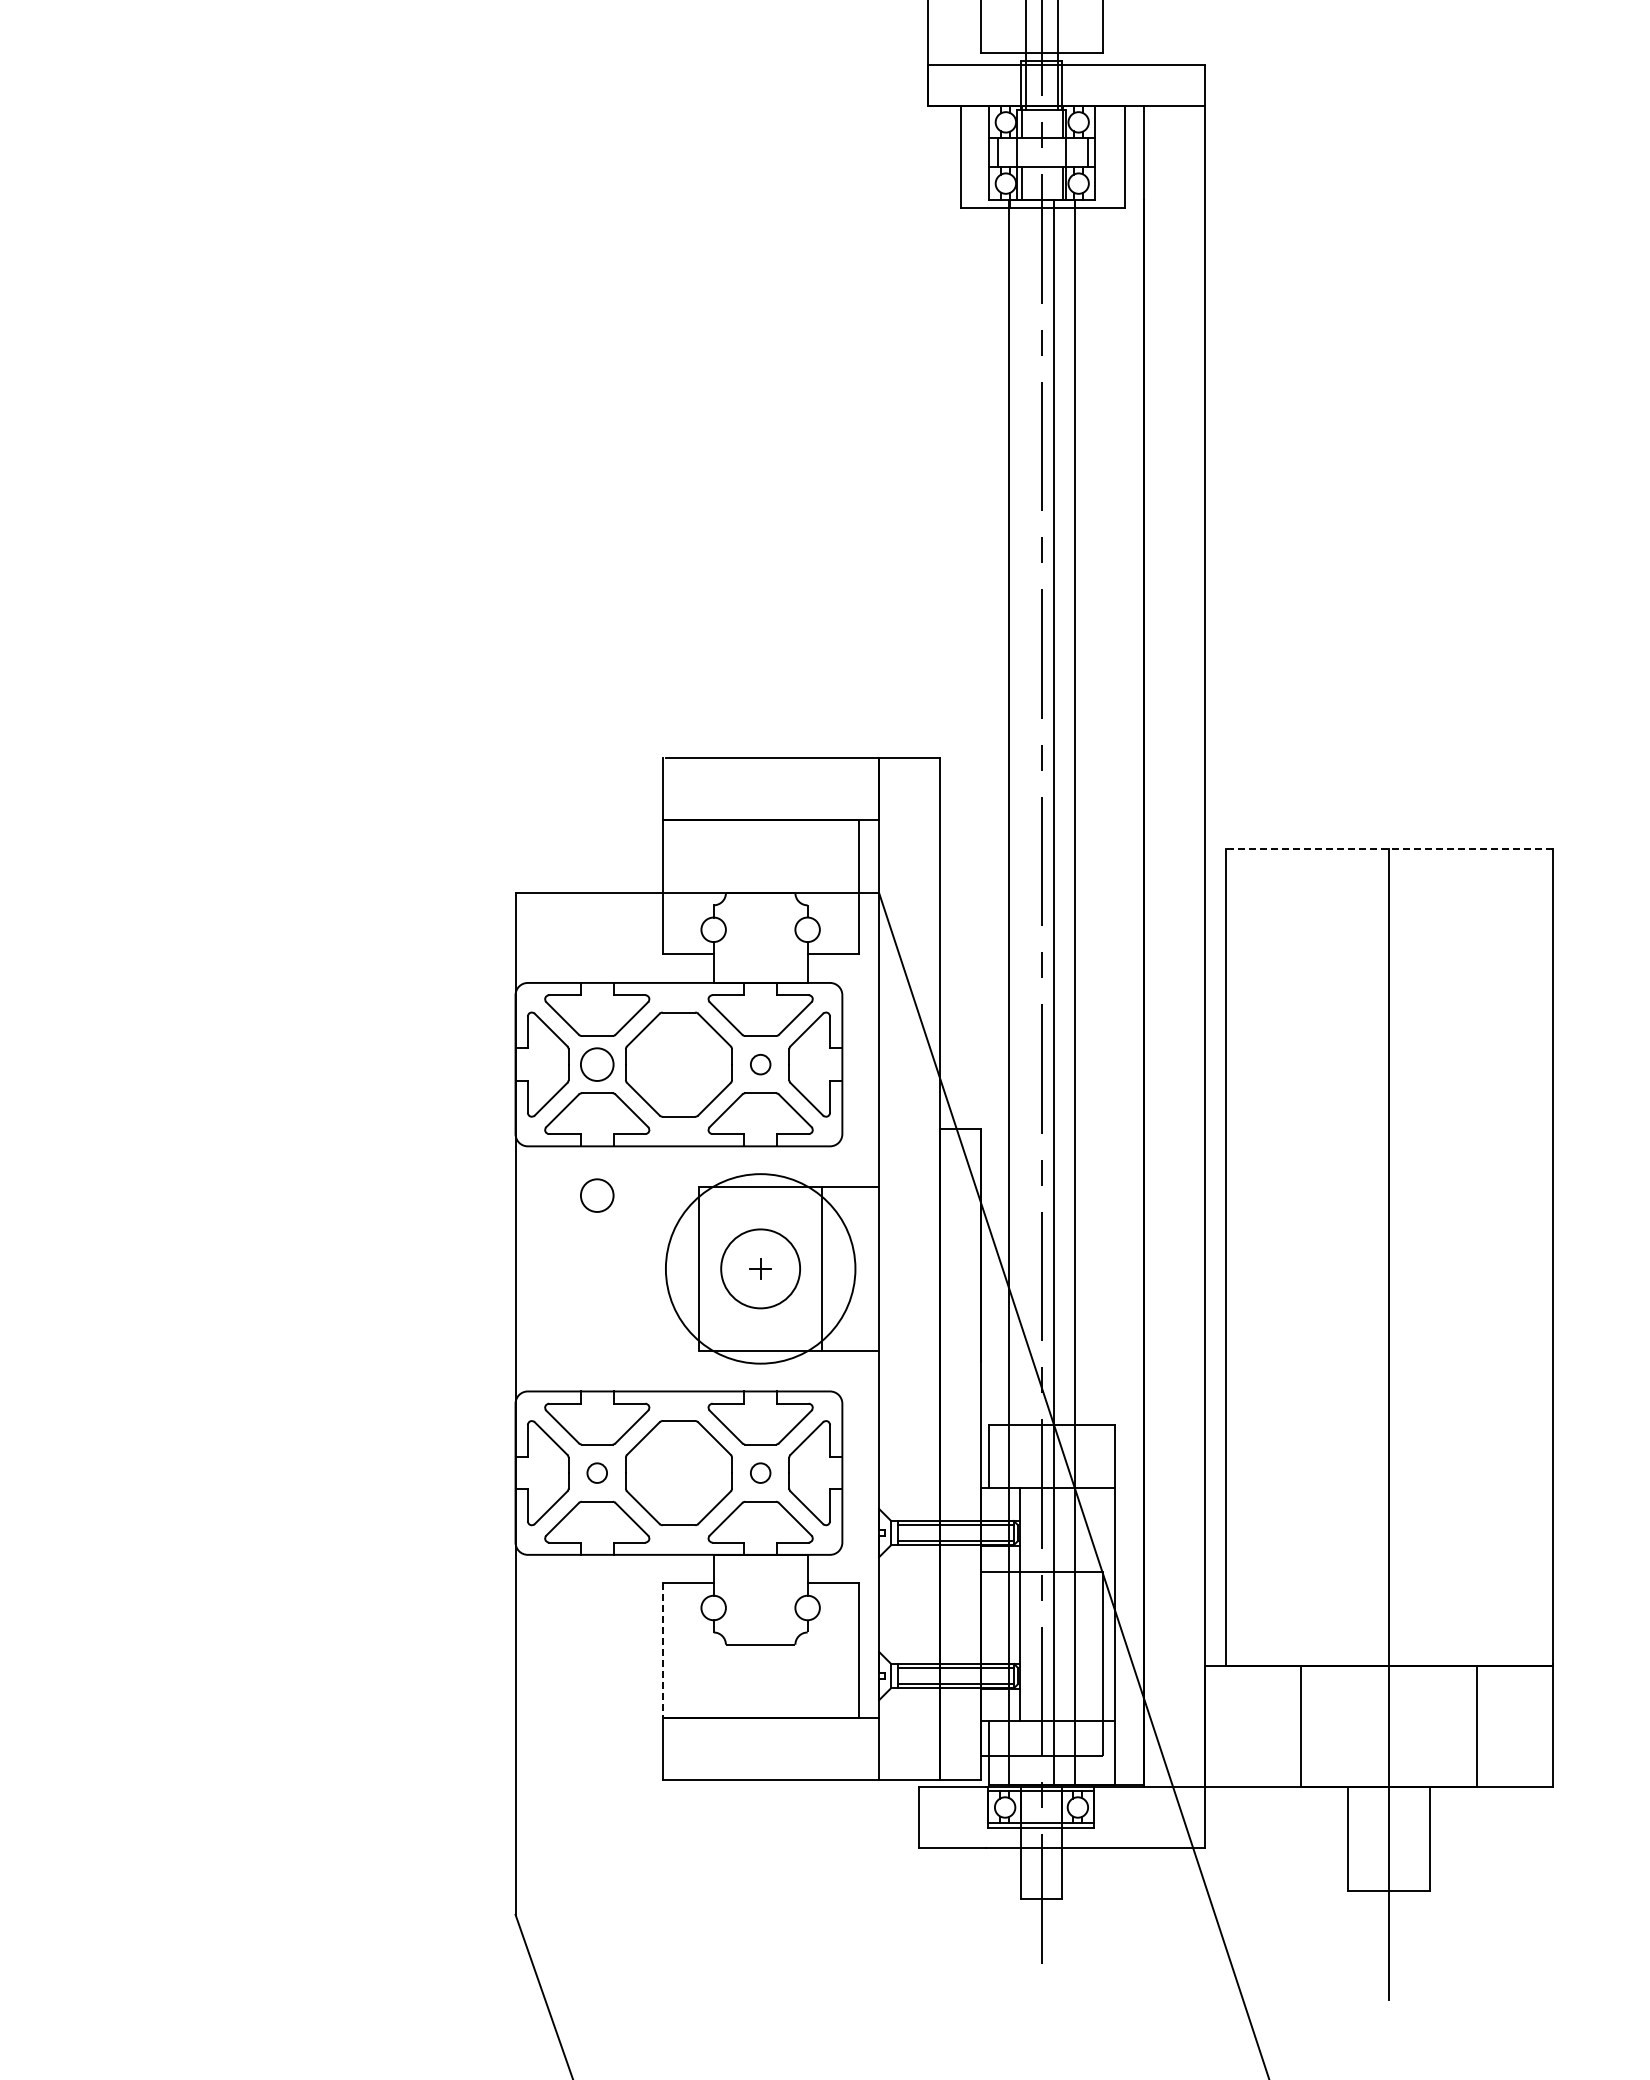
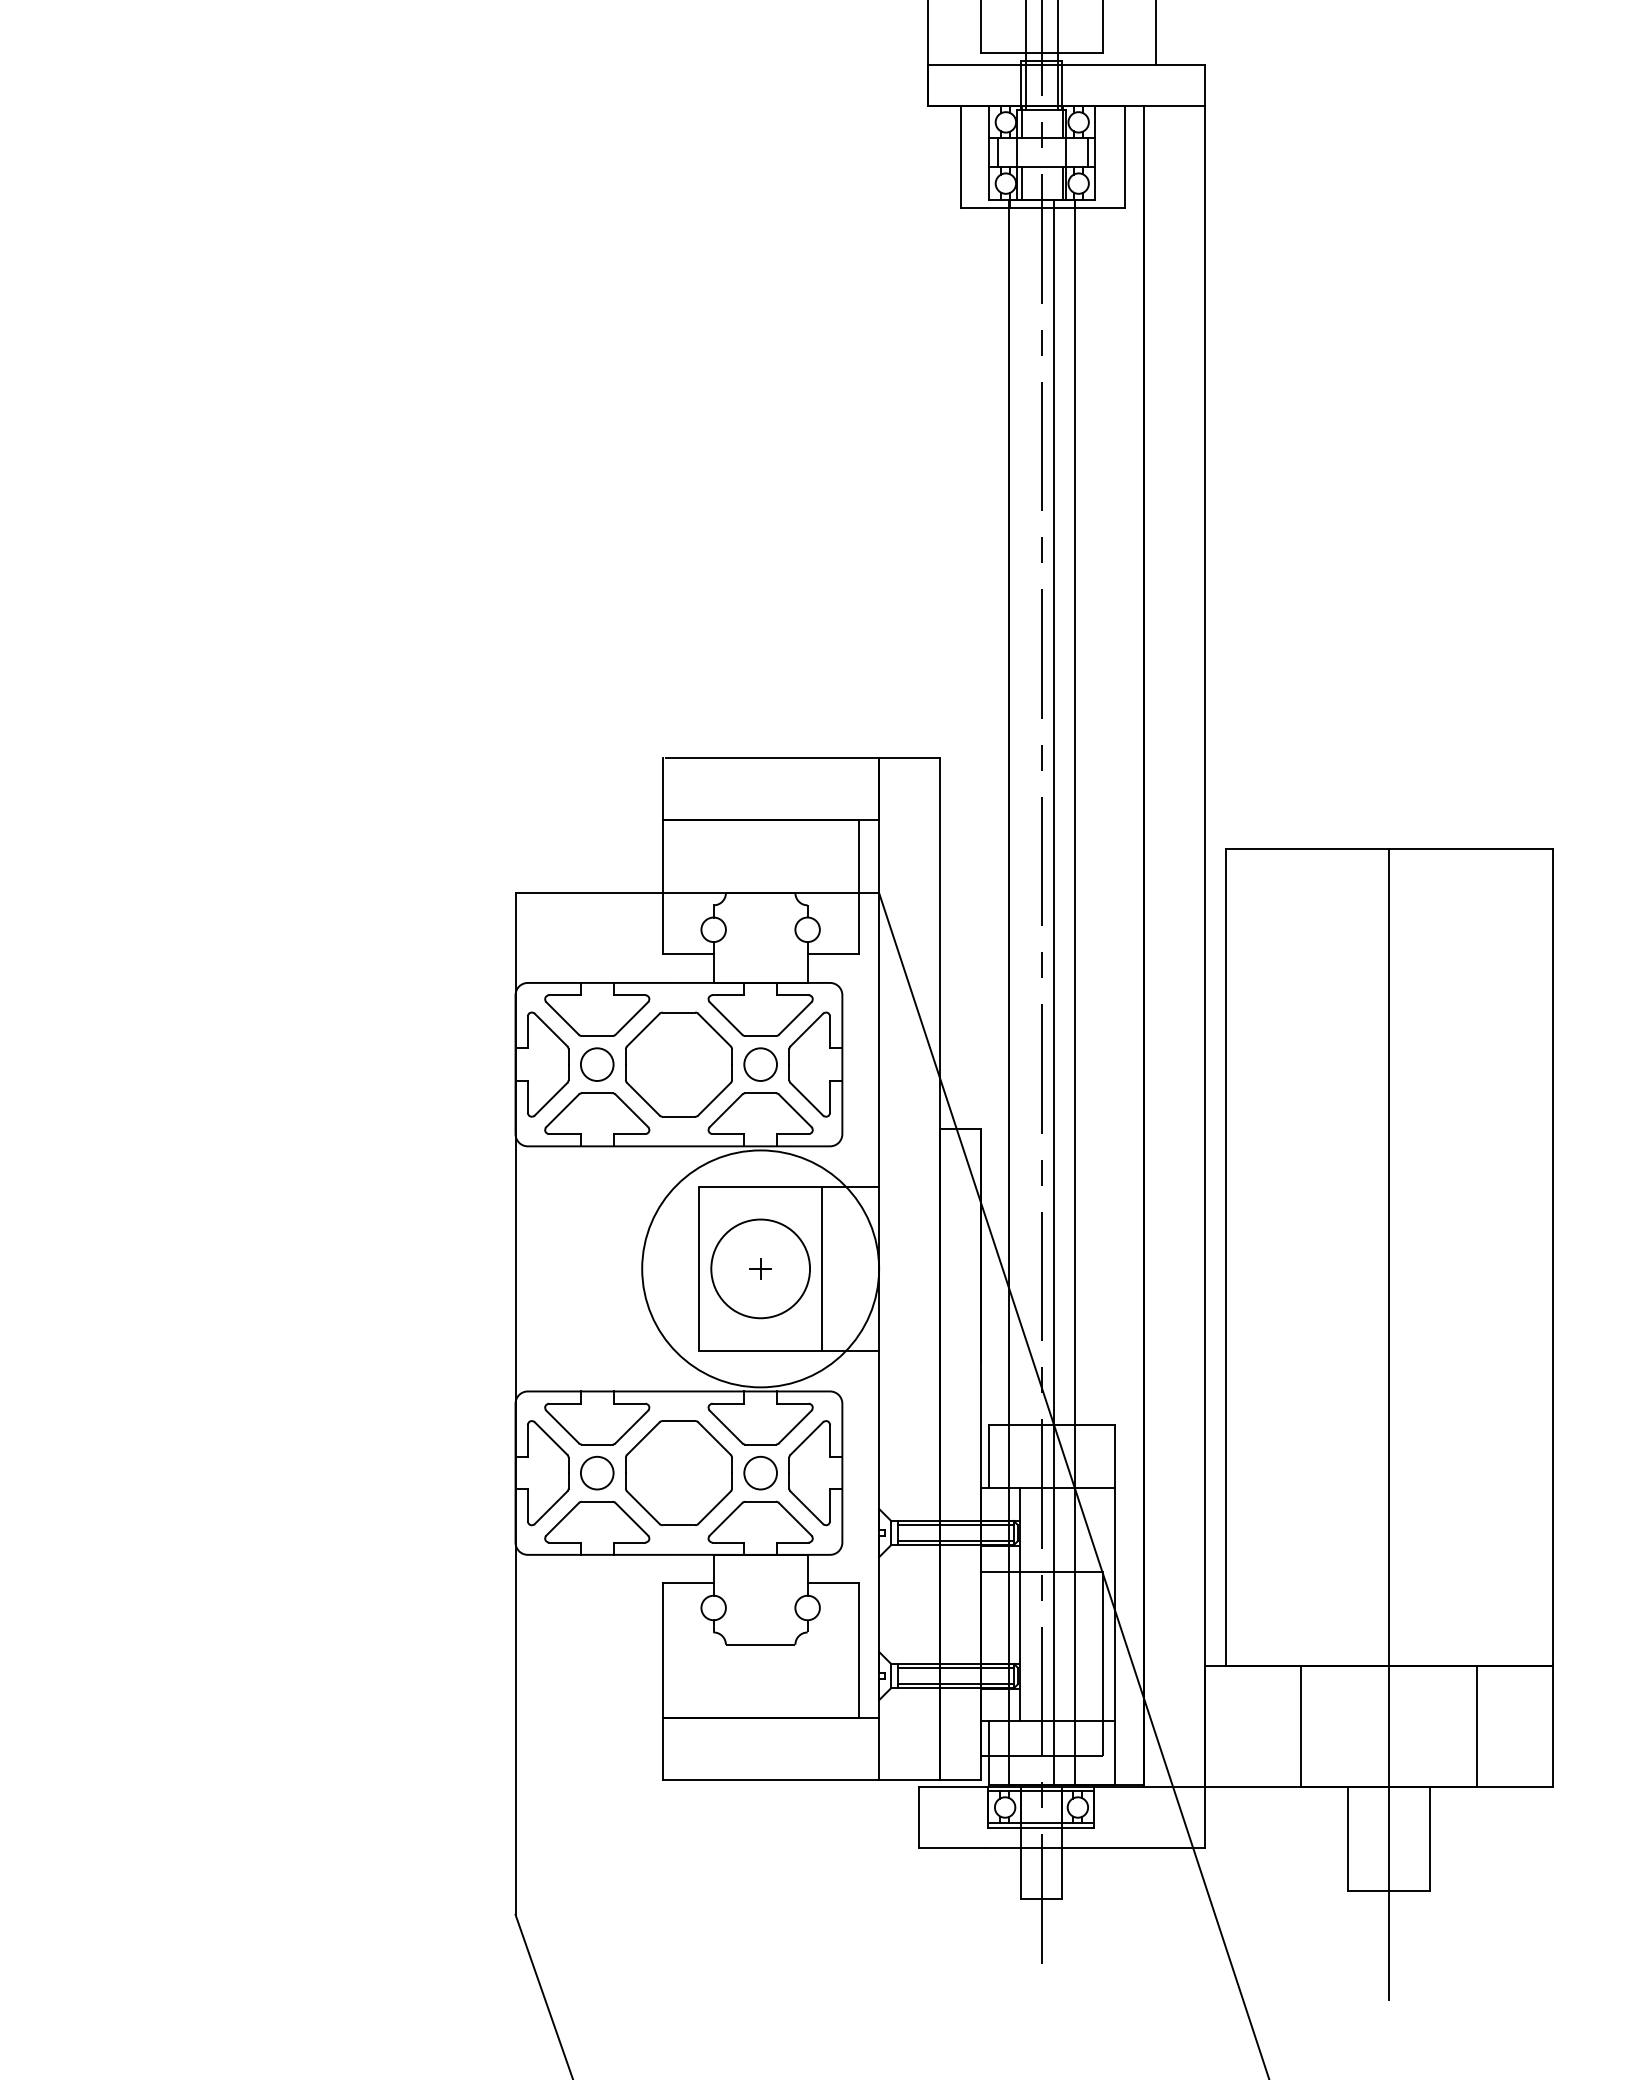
line at (1156, 33): none -> present
line at (1388, 849): dashed -> solid
circle at (760, 1064) diameter: 20 px -> 33 px
circle at (597, 1195): present -> none
circle at (760, 1268) diameter: 190 px -> 237 px
circle at (760, 1268) diameter: 79 px -> 99 px
circle at (597, 1472) diameter: 20 px -> 33 px
circle at (760, 1472) diameter: 20 px -> 33 px
line at (662, 1651): dashed -> solid
